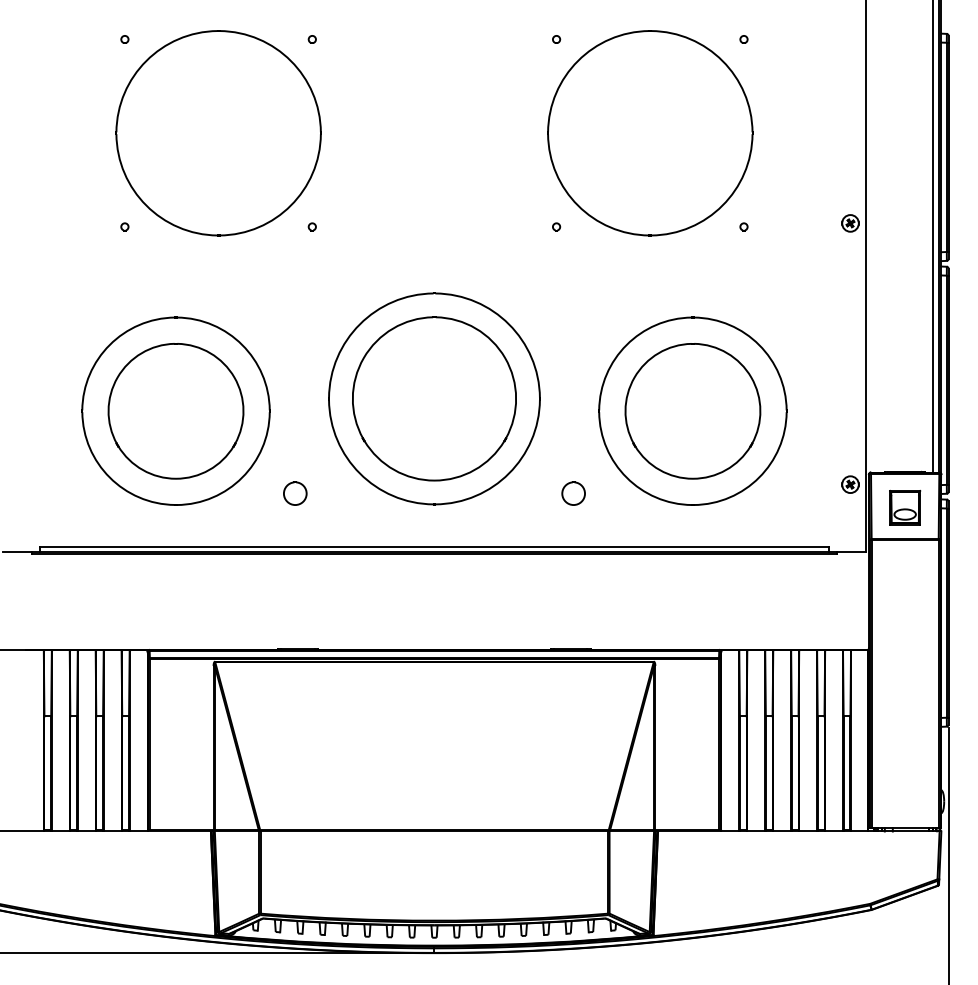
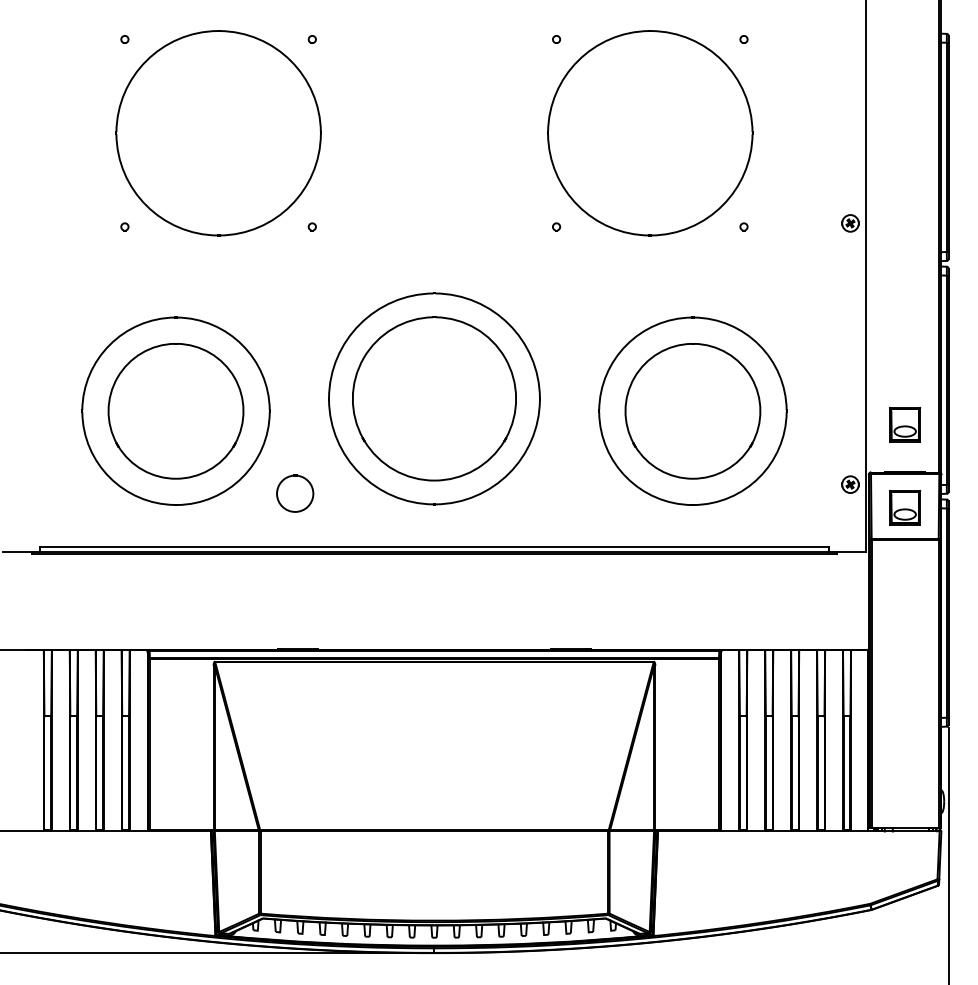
line at (933, 237): present -> none
part at (905, 424): none -> present
part at (295, 493) size: 25x25 px -> 39x39 px
part at (573, 493): present -> none
